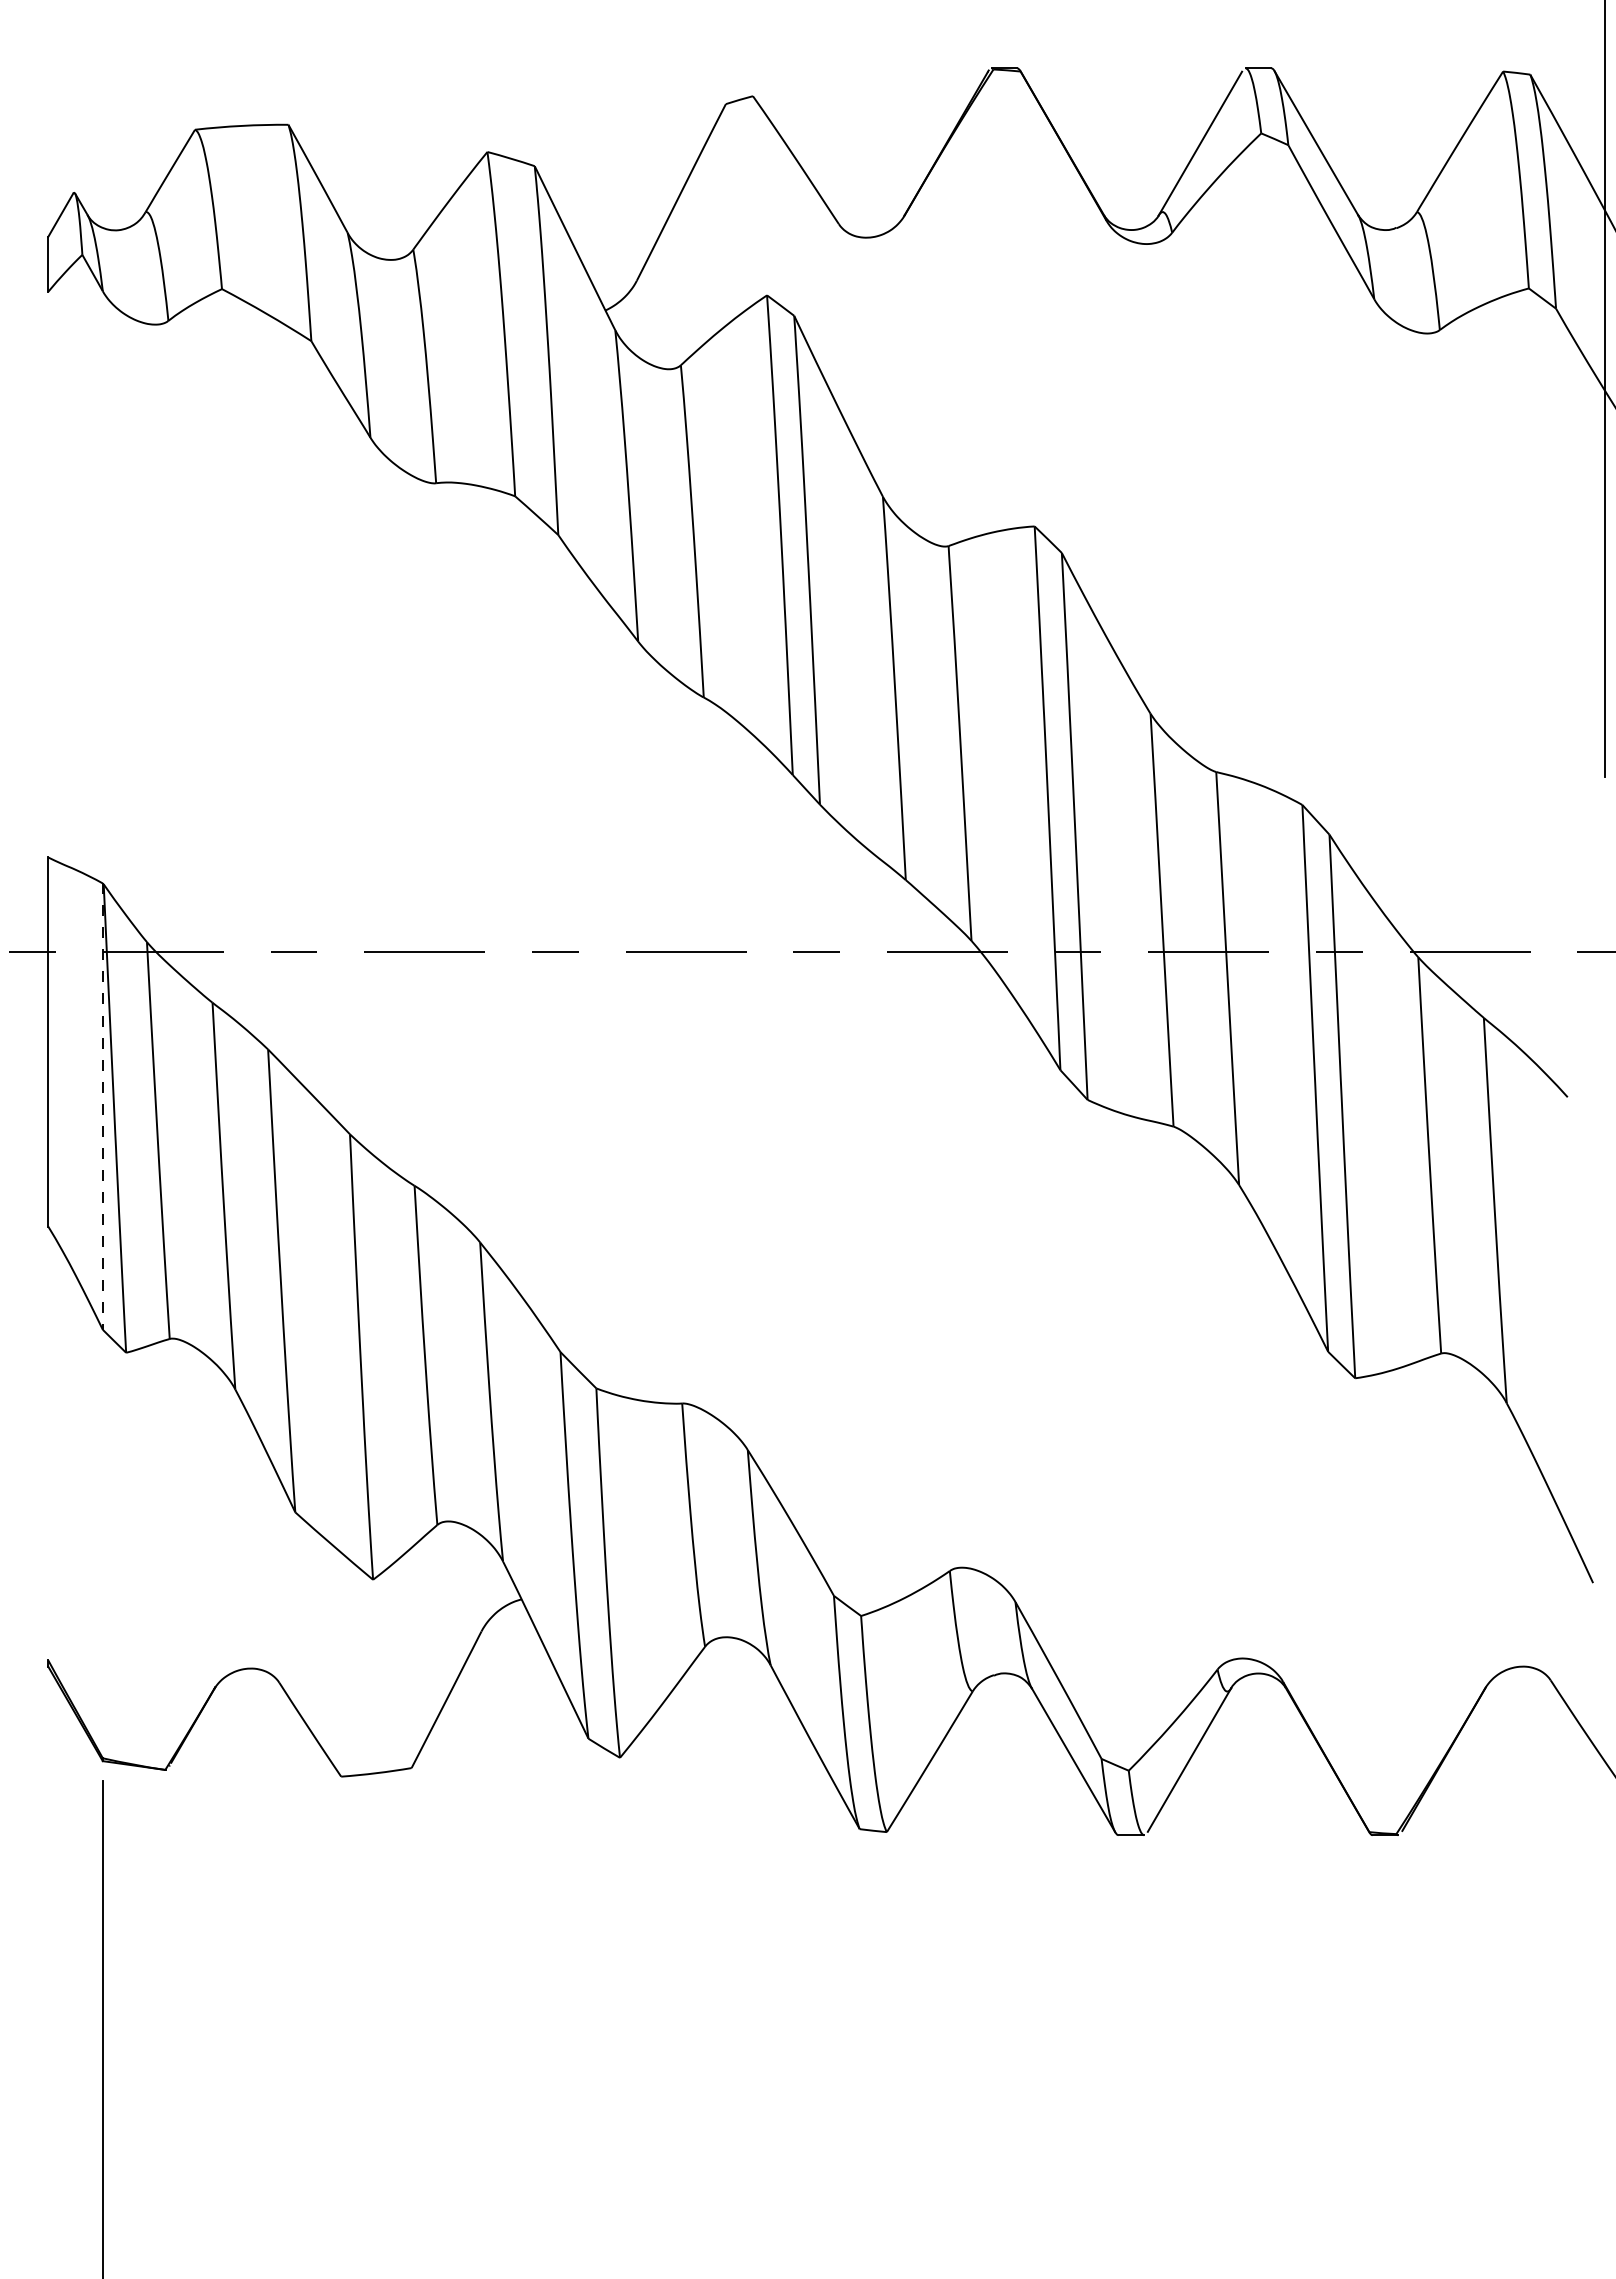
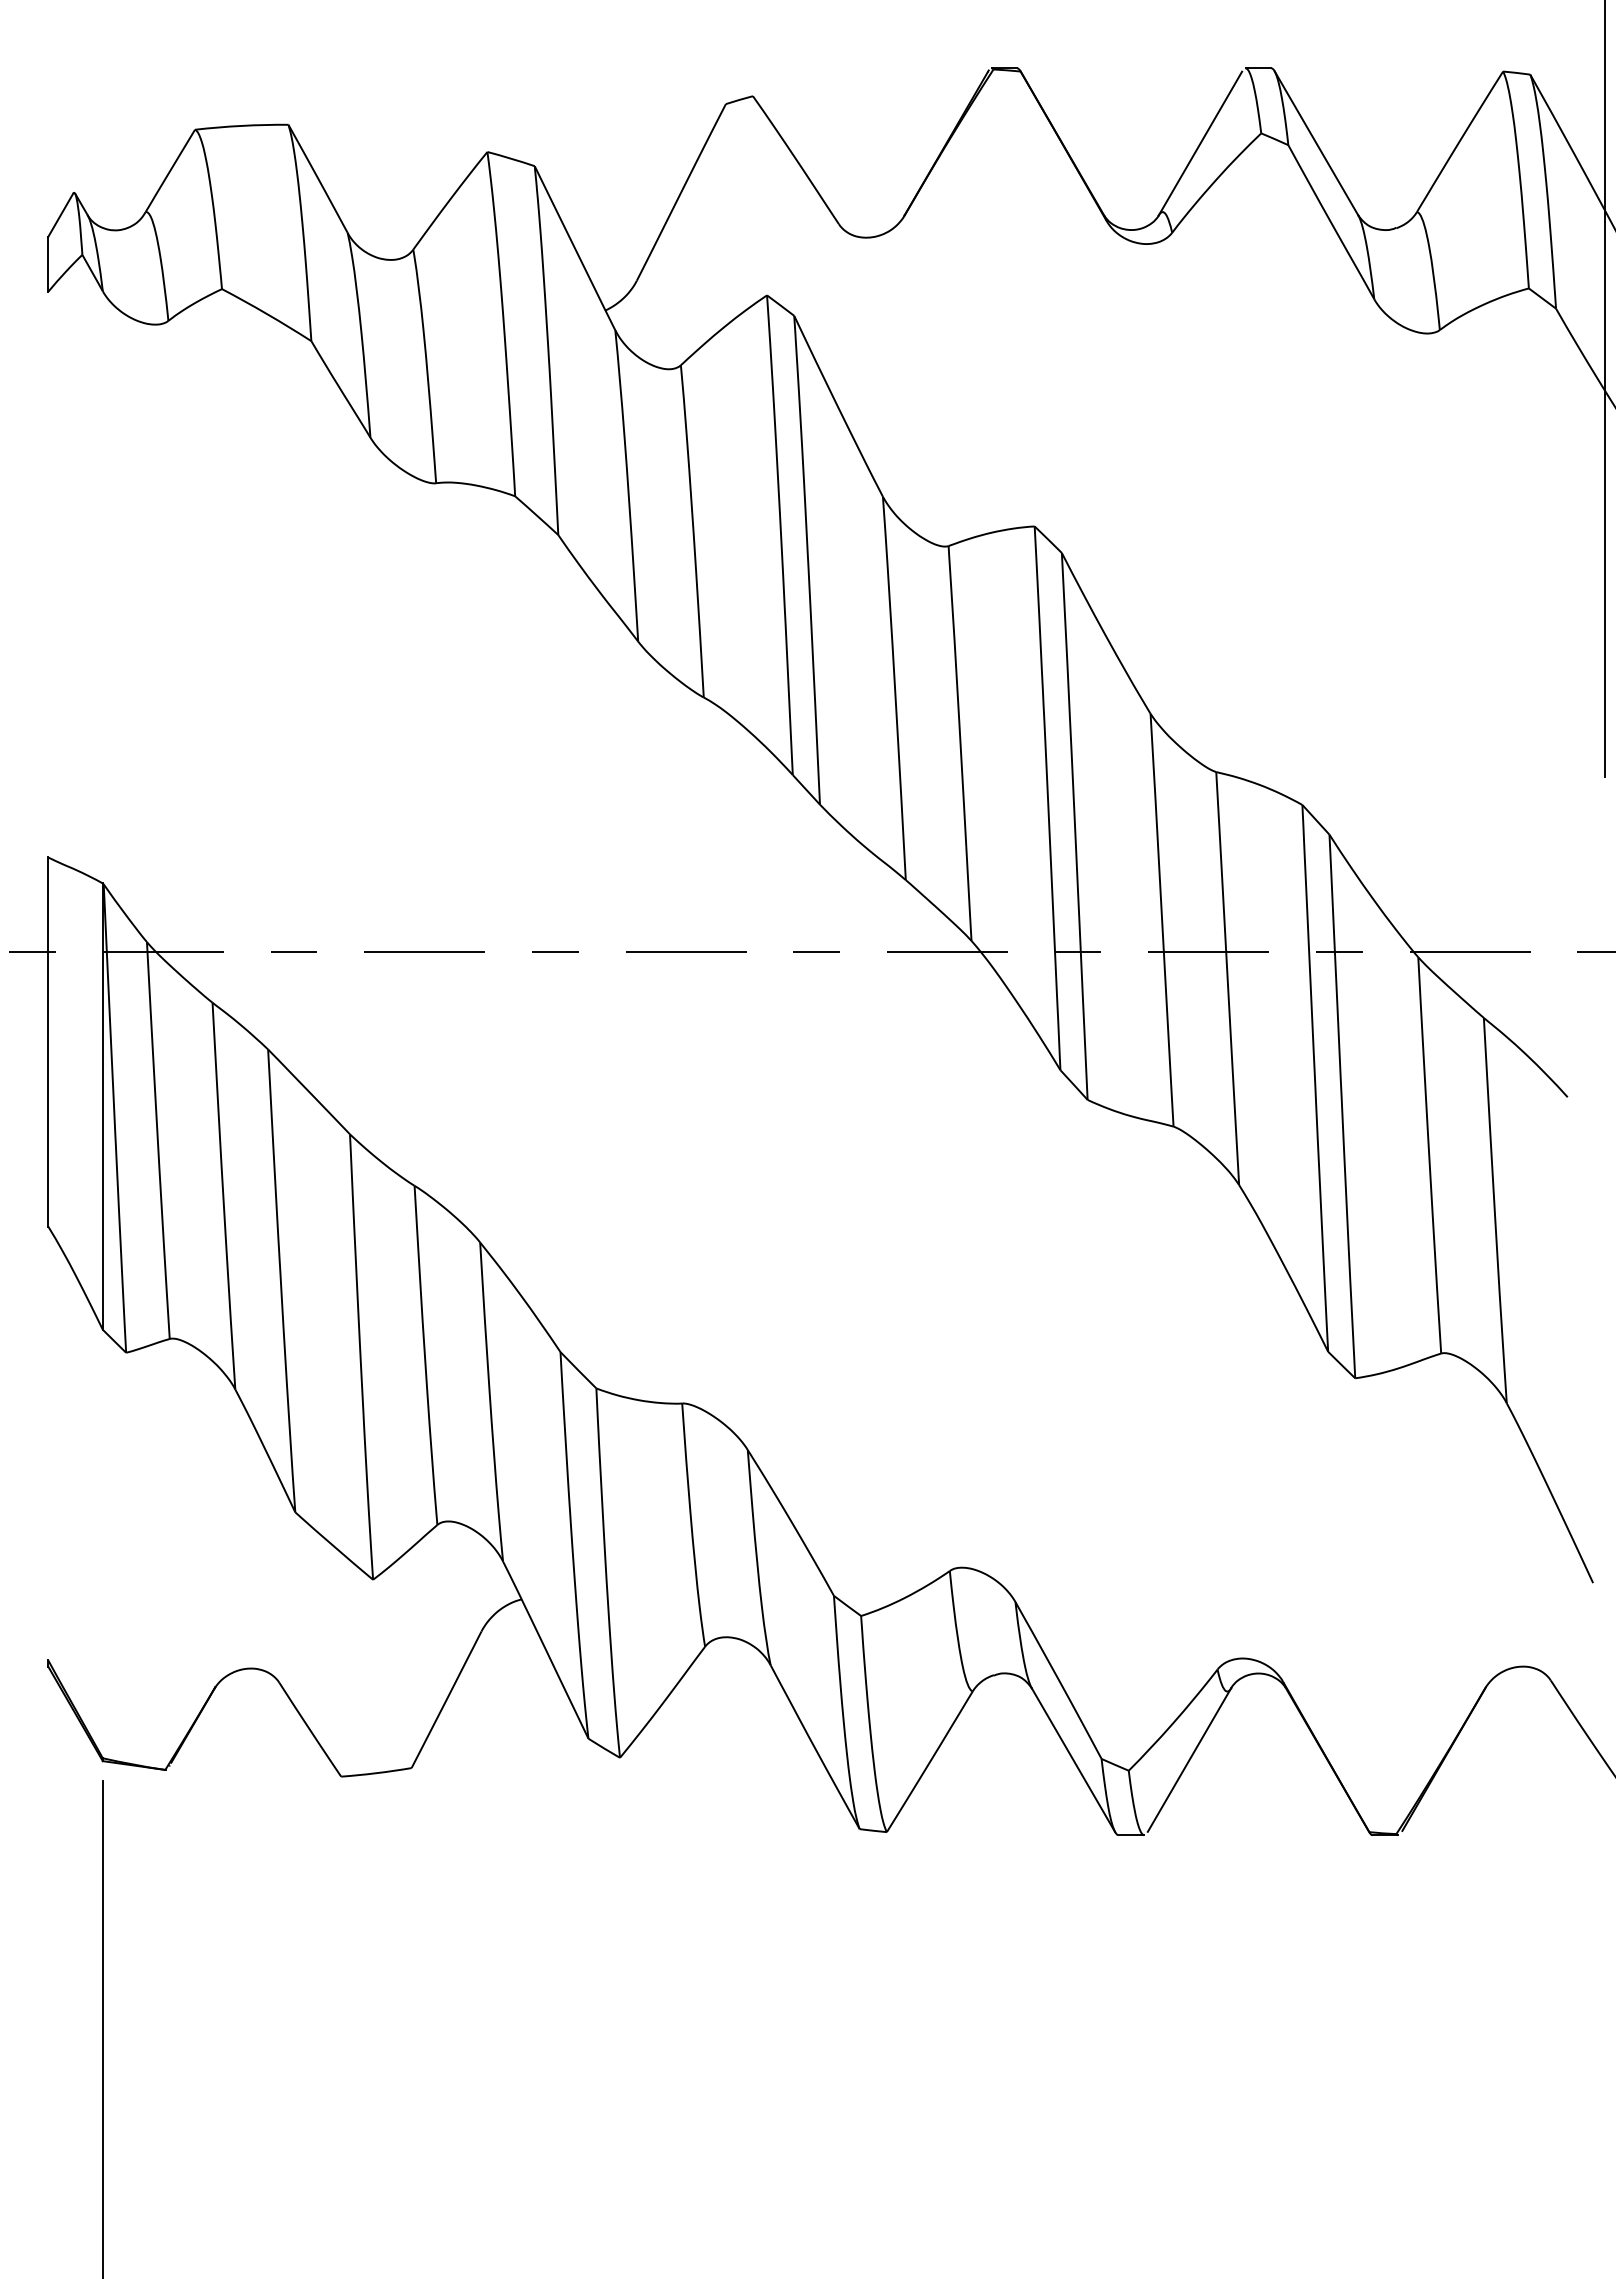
line at (102, 1107): dashed -> solid
